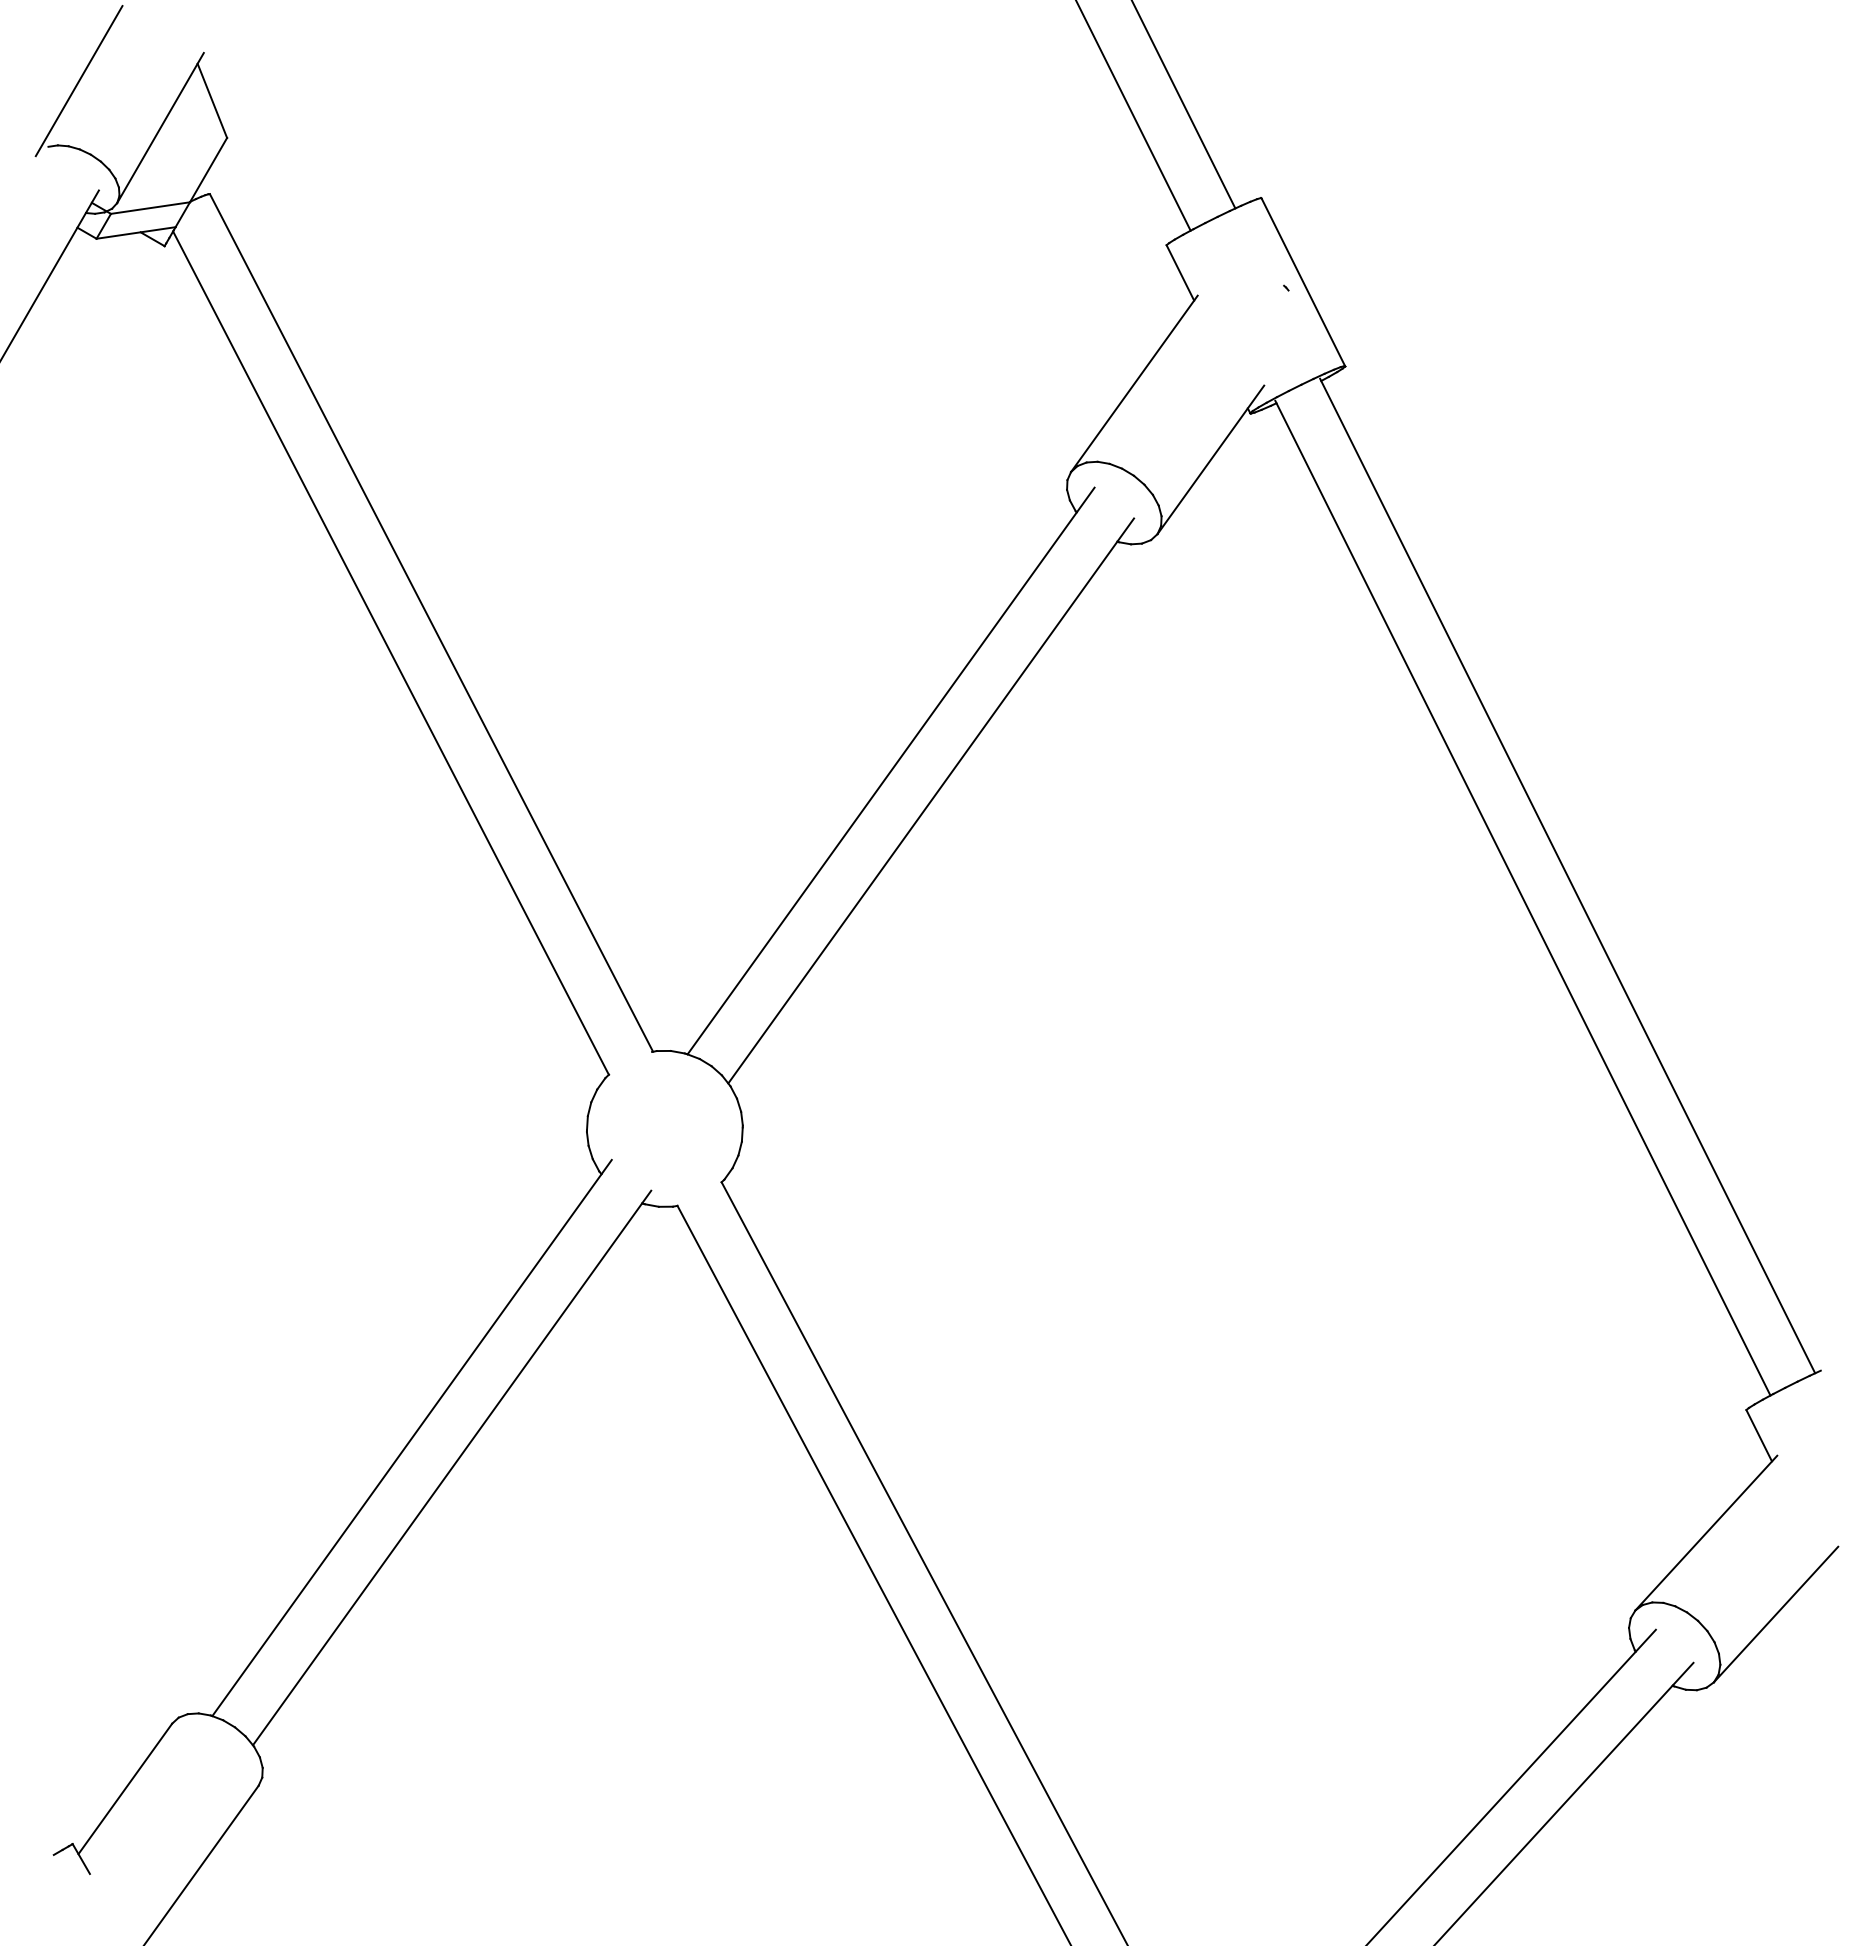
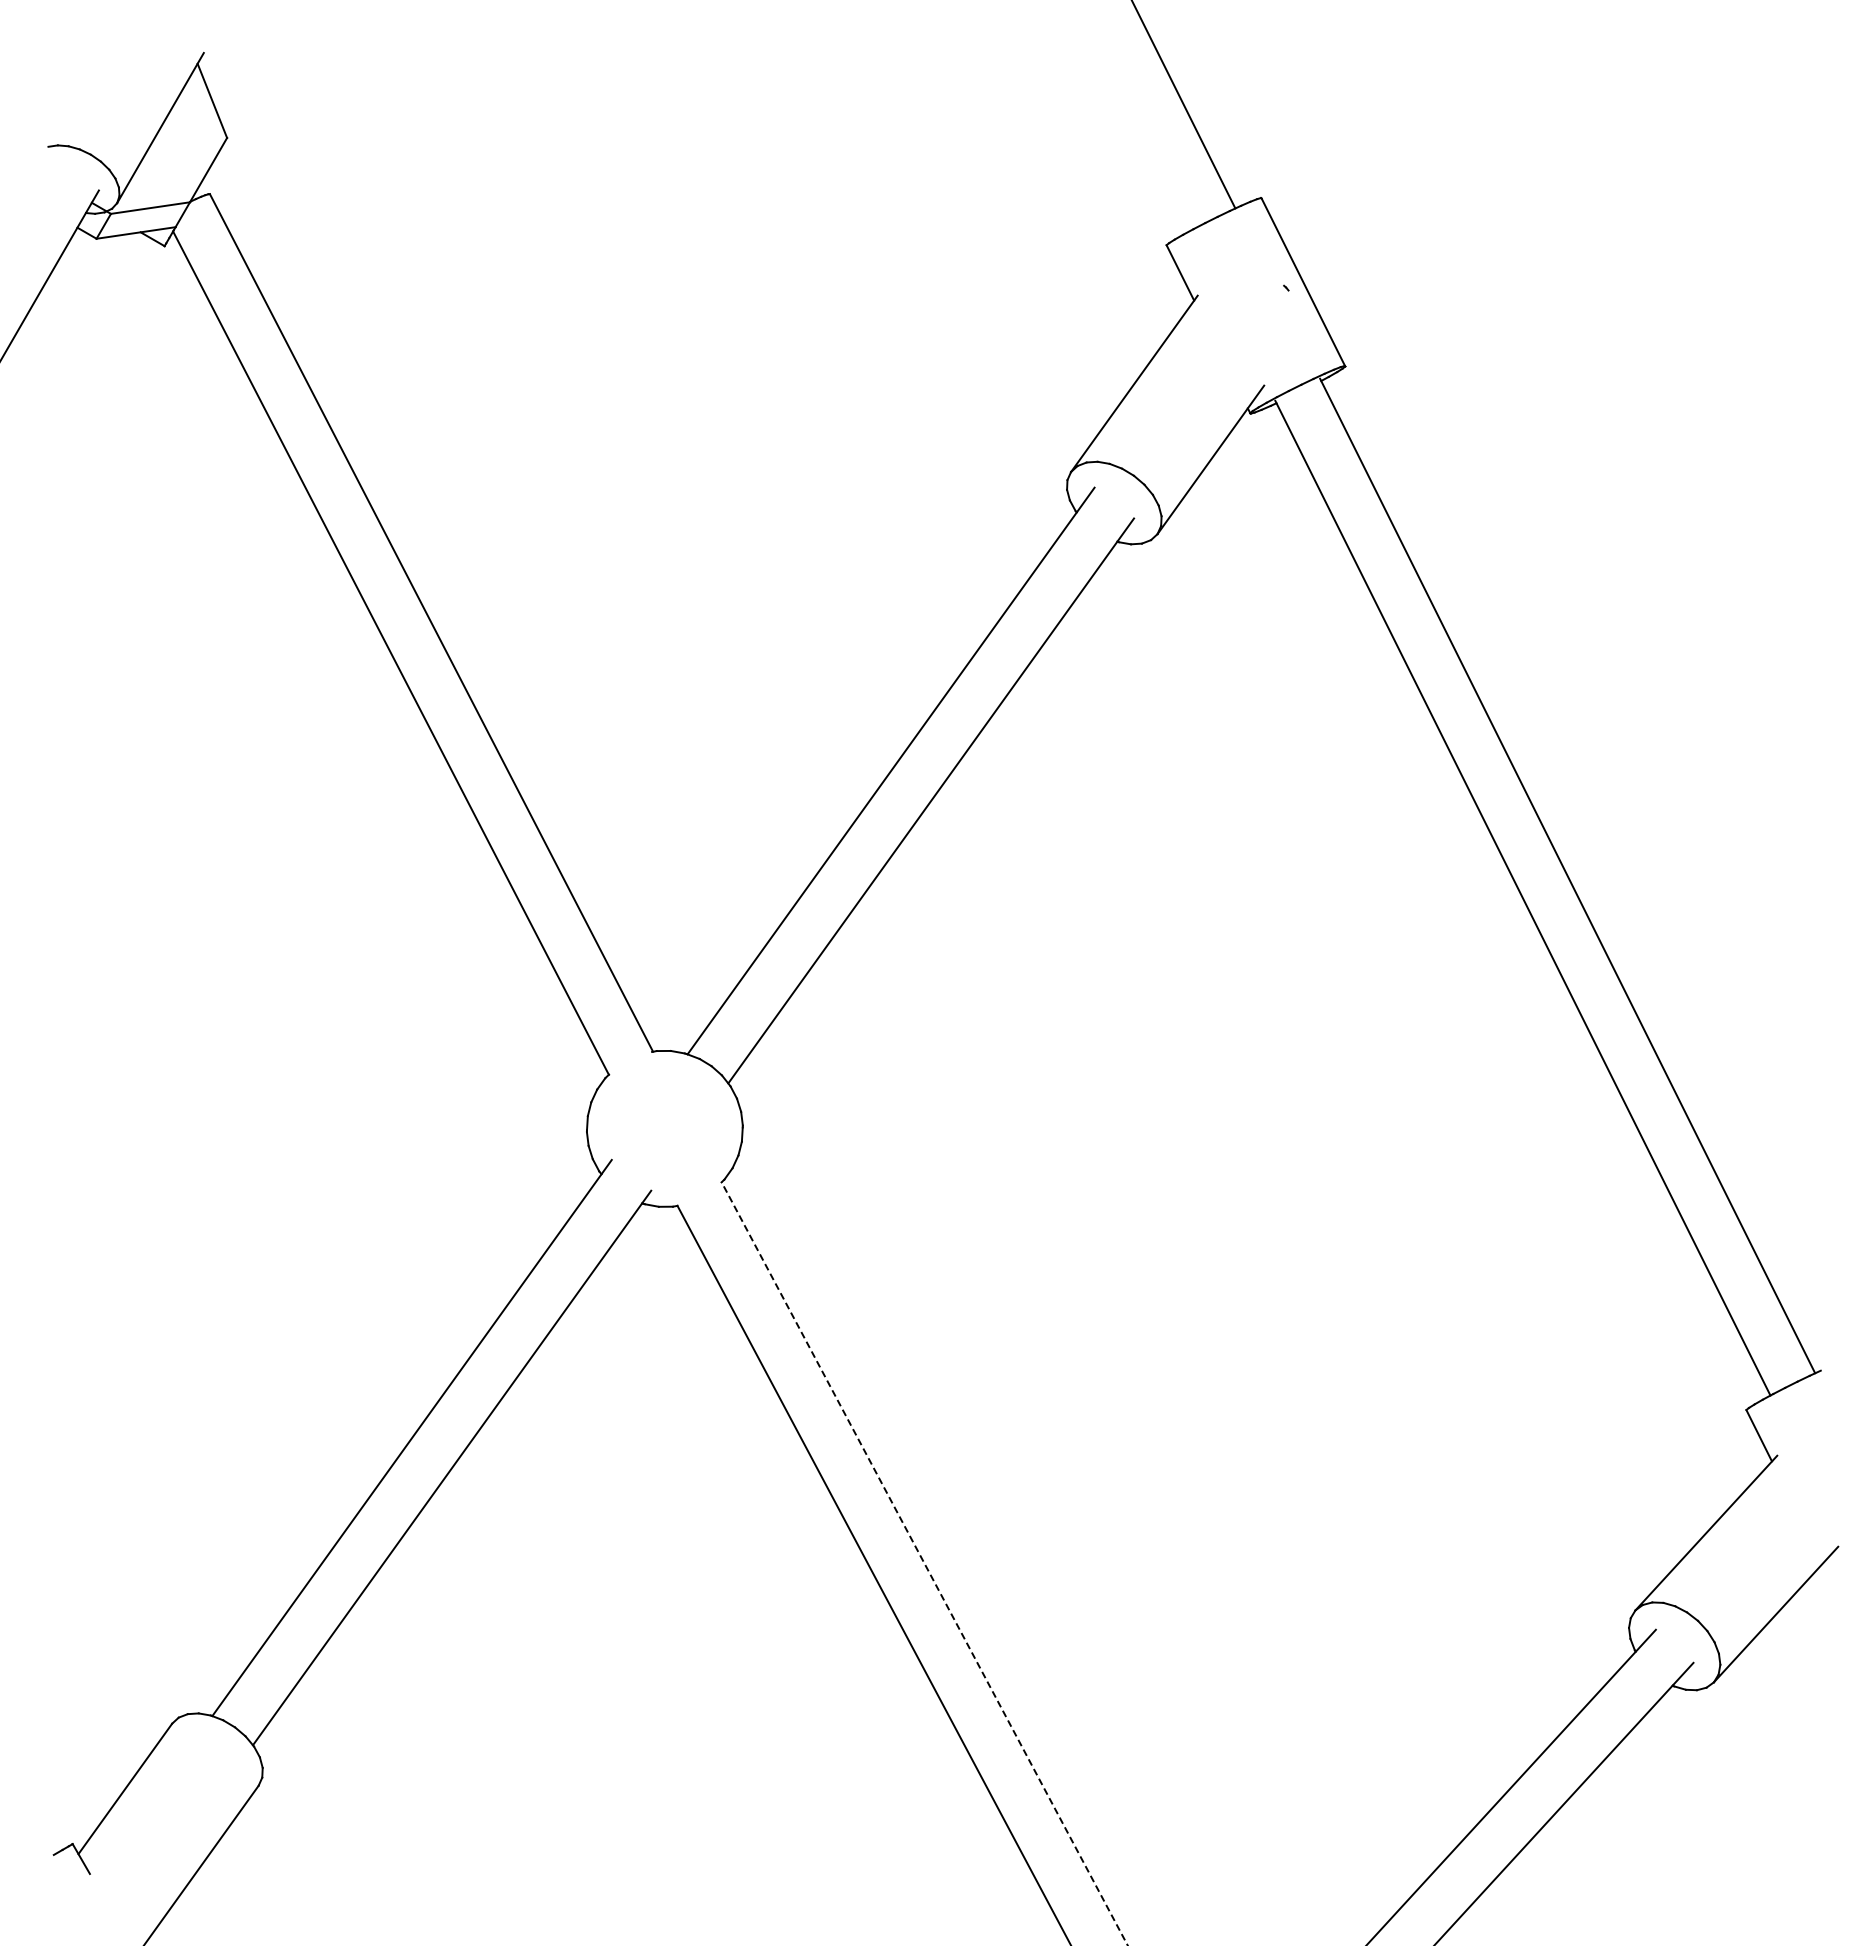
line at (78, 81): present -> none
line at (1133, 116): present -> none
line at (924, 1563): solid -> dashed
